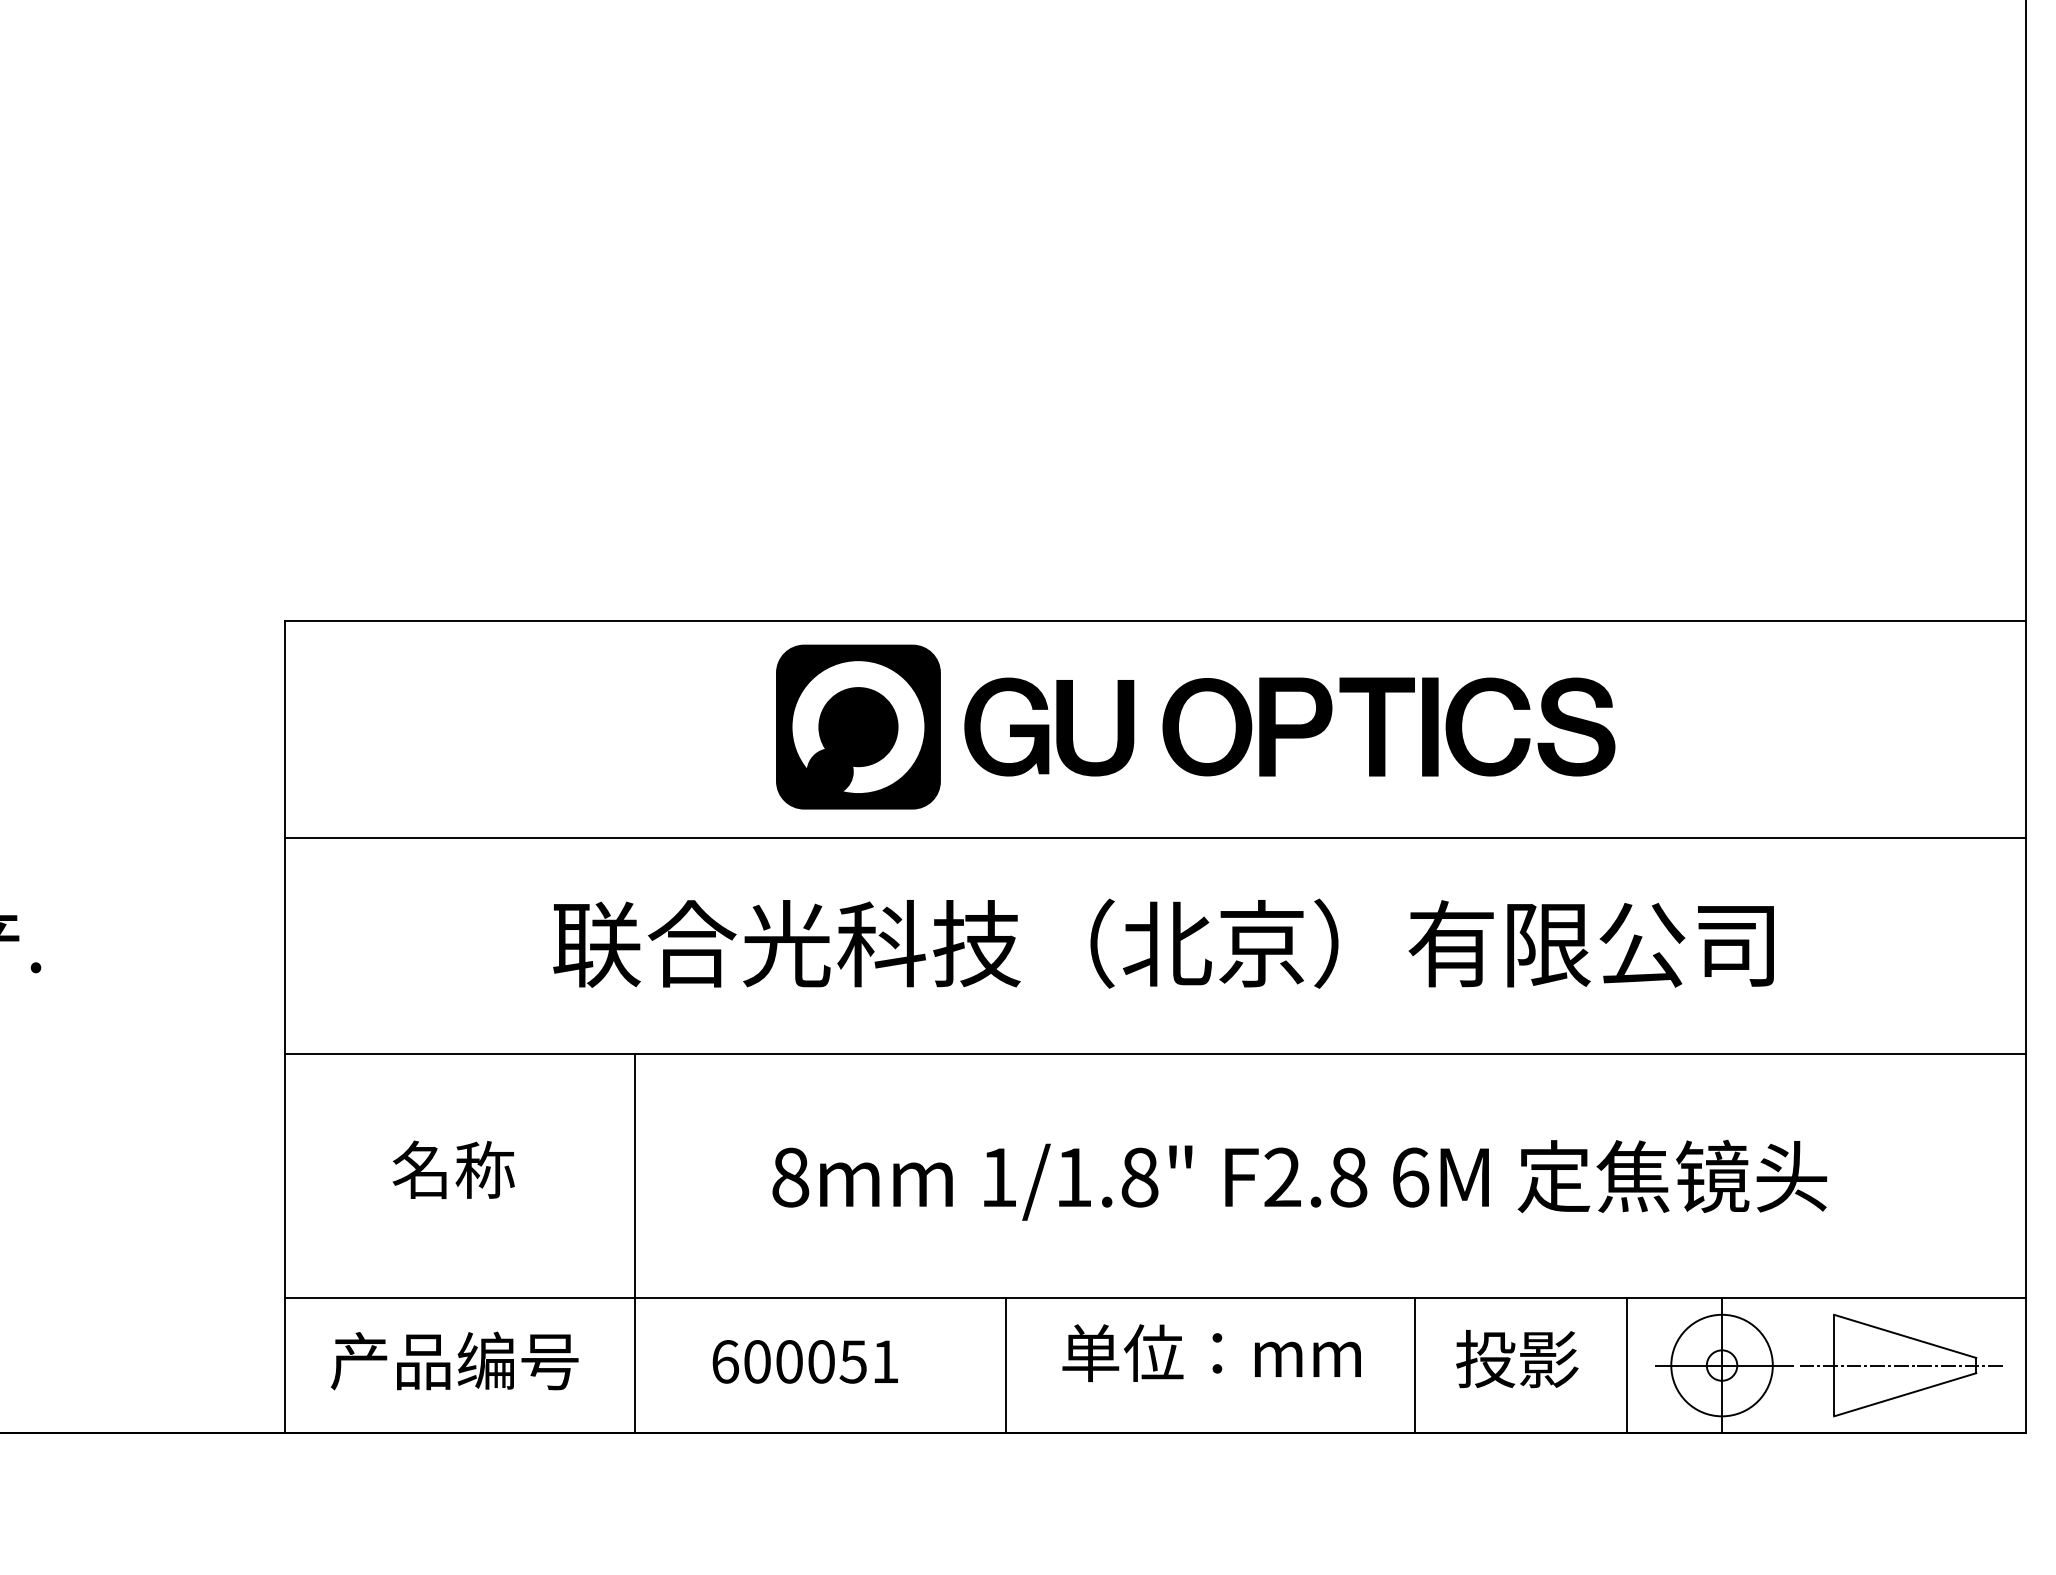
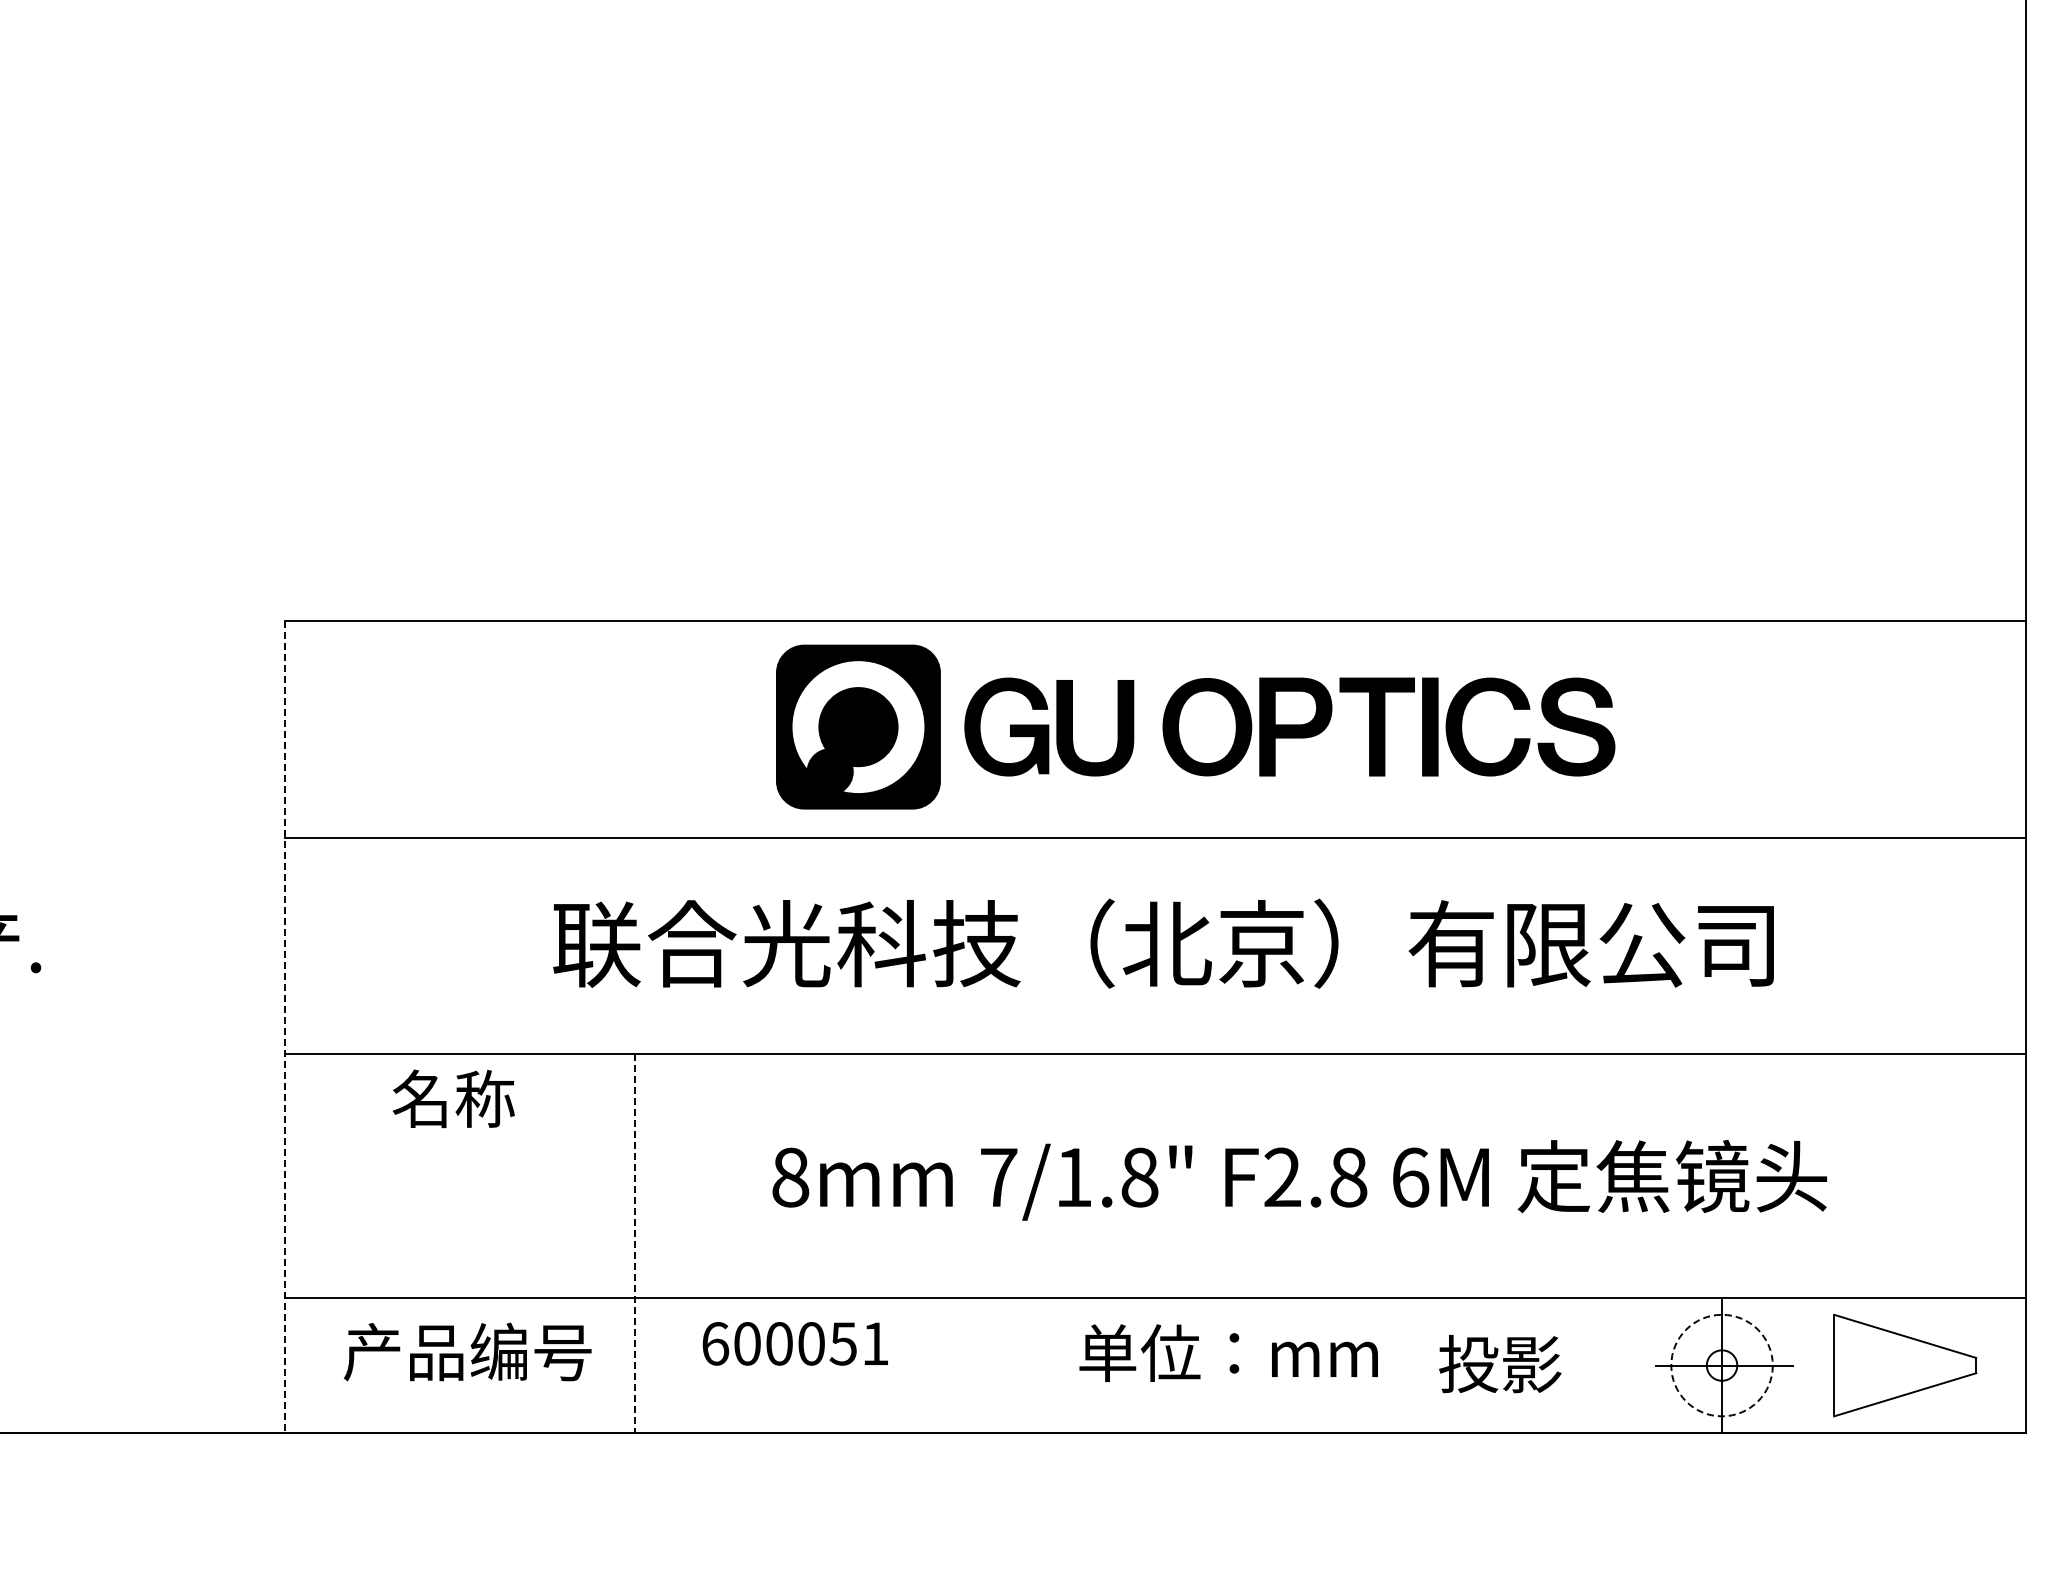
line at (284, 1027): solid -> dashed
text at (453, 1169) position: (453, 1169) -> (453, 1098)
text at (999, 1177): 1/1.8" -> 7/1.8"
line at (635, 1243): solid -> dashed
text at (1211, 1352) position: (1211, 1352) -> (1228, 1352)
text at (1517, 1359) position: (1517, 1359) -> (1500, 1364)
text at (454, 1360) position: (454, 1360) -> (467, 1351)
text at (804, 1361) position: (804, 1361) -> (794, 1343)
line at (1005, 1365): present -> none
line at (1414, 1365): present -> none
line at (1626, 1365): present -> none
circle at (1721, 1365): solid -> dashed
line at (1901, 1365): present -> none
